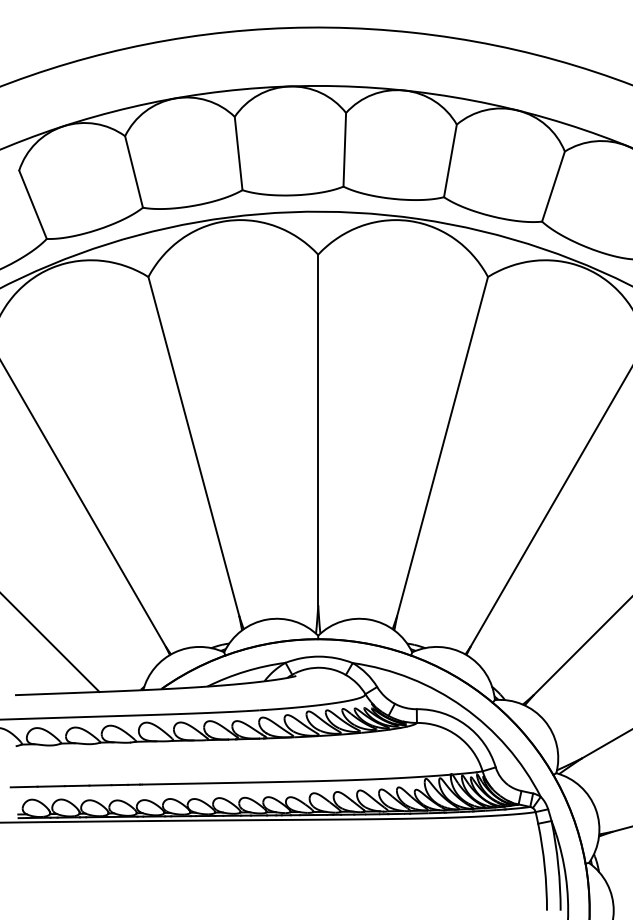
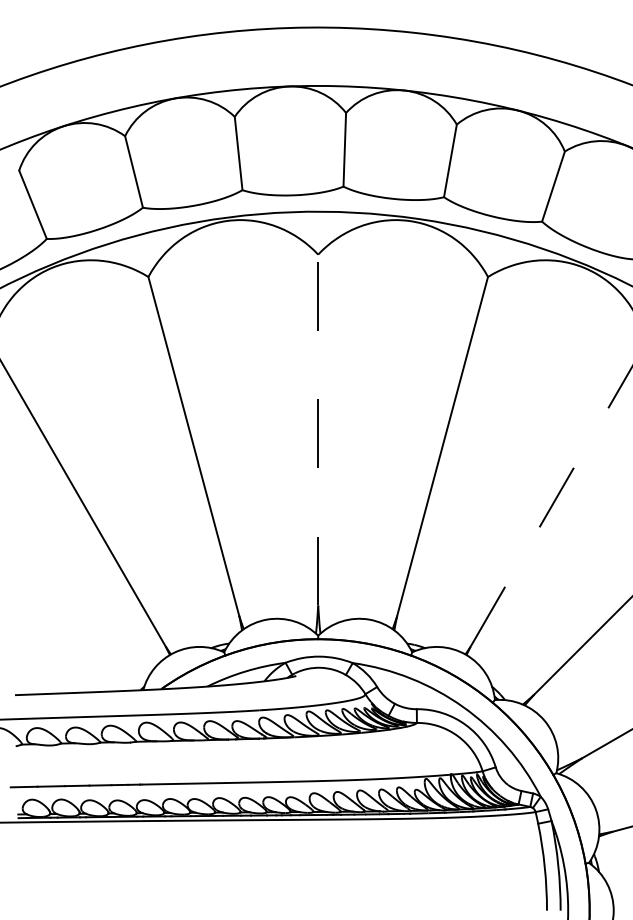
line at (318, 429): solid -> dashed
line at (551, 506): solid -> dashed
line at (50, 643): present -> none
